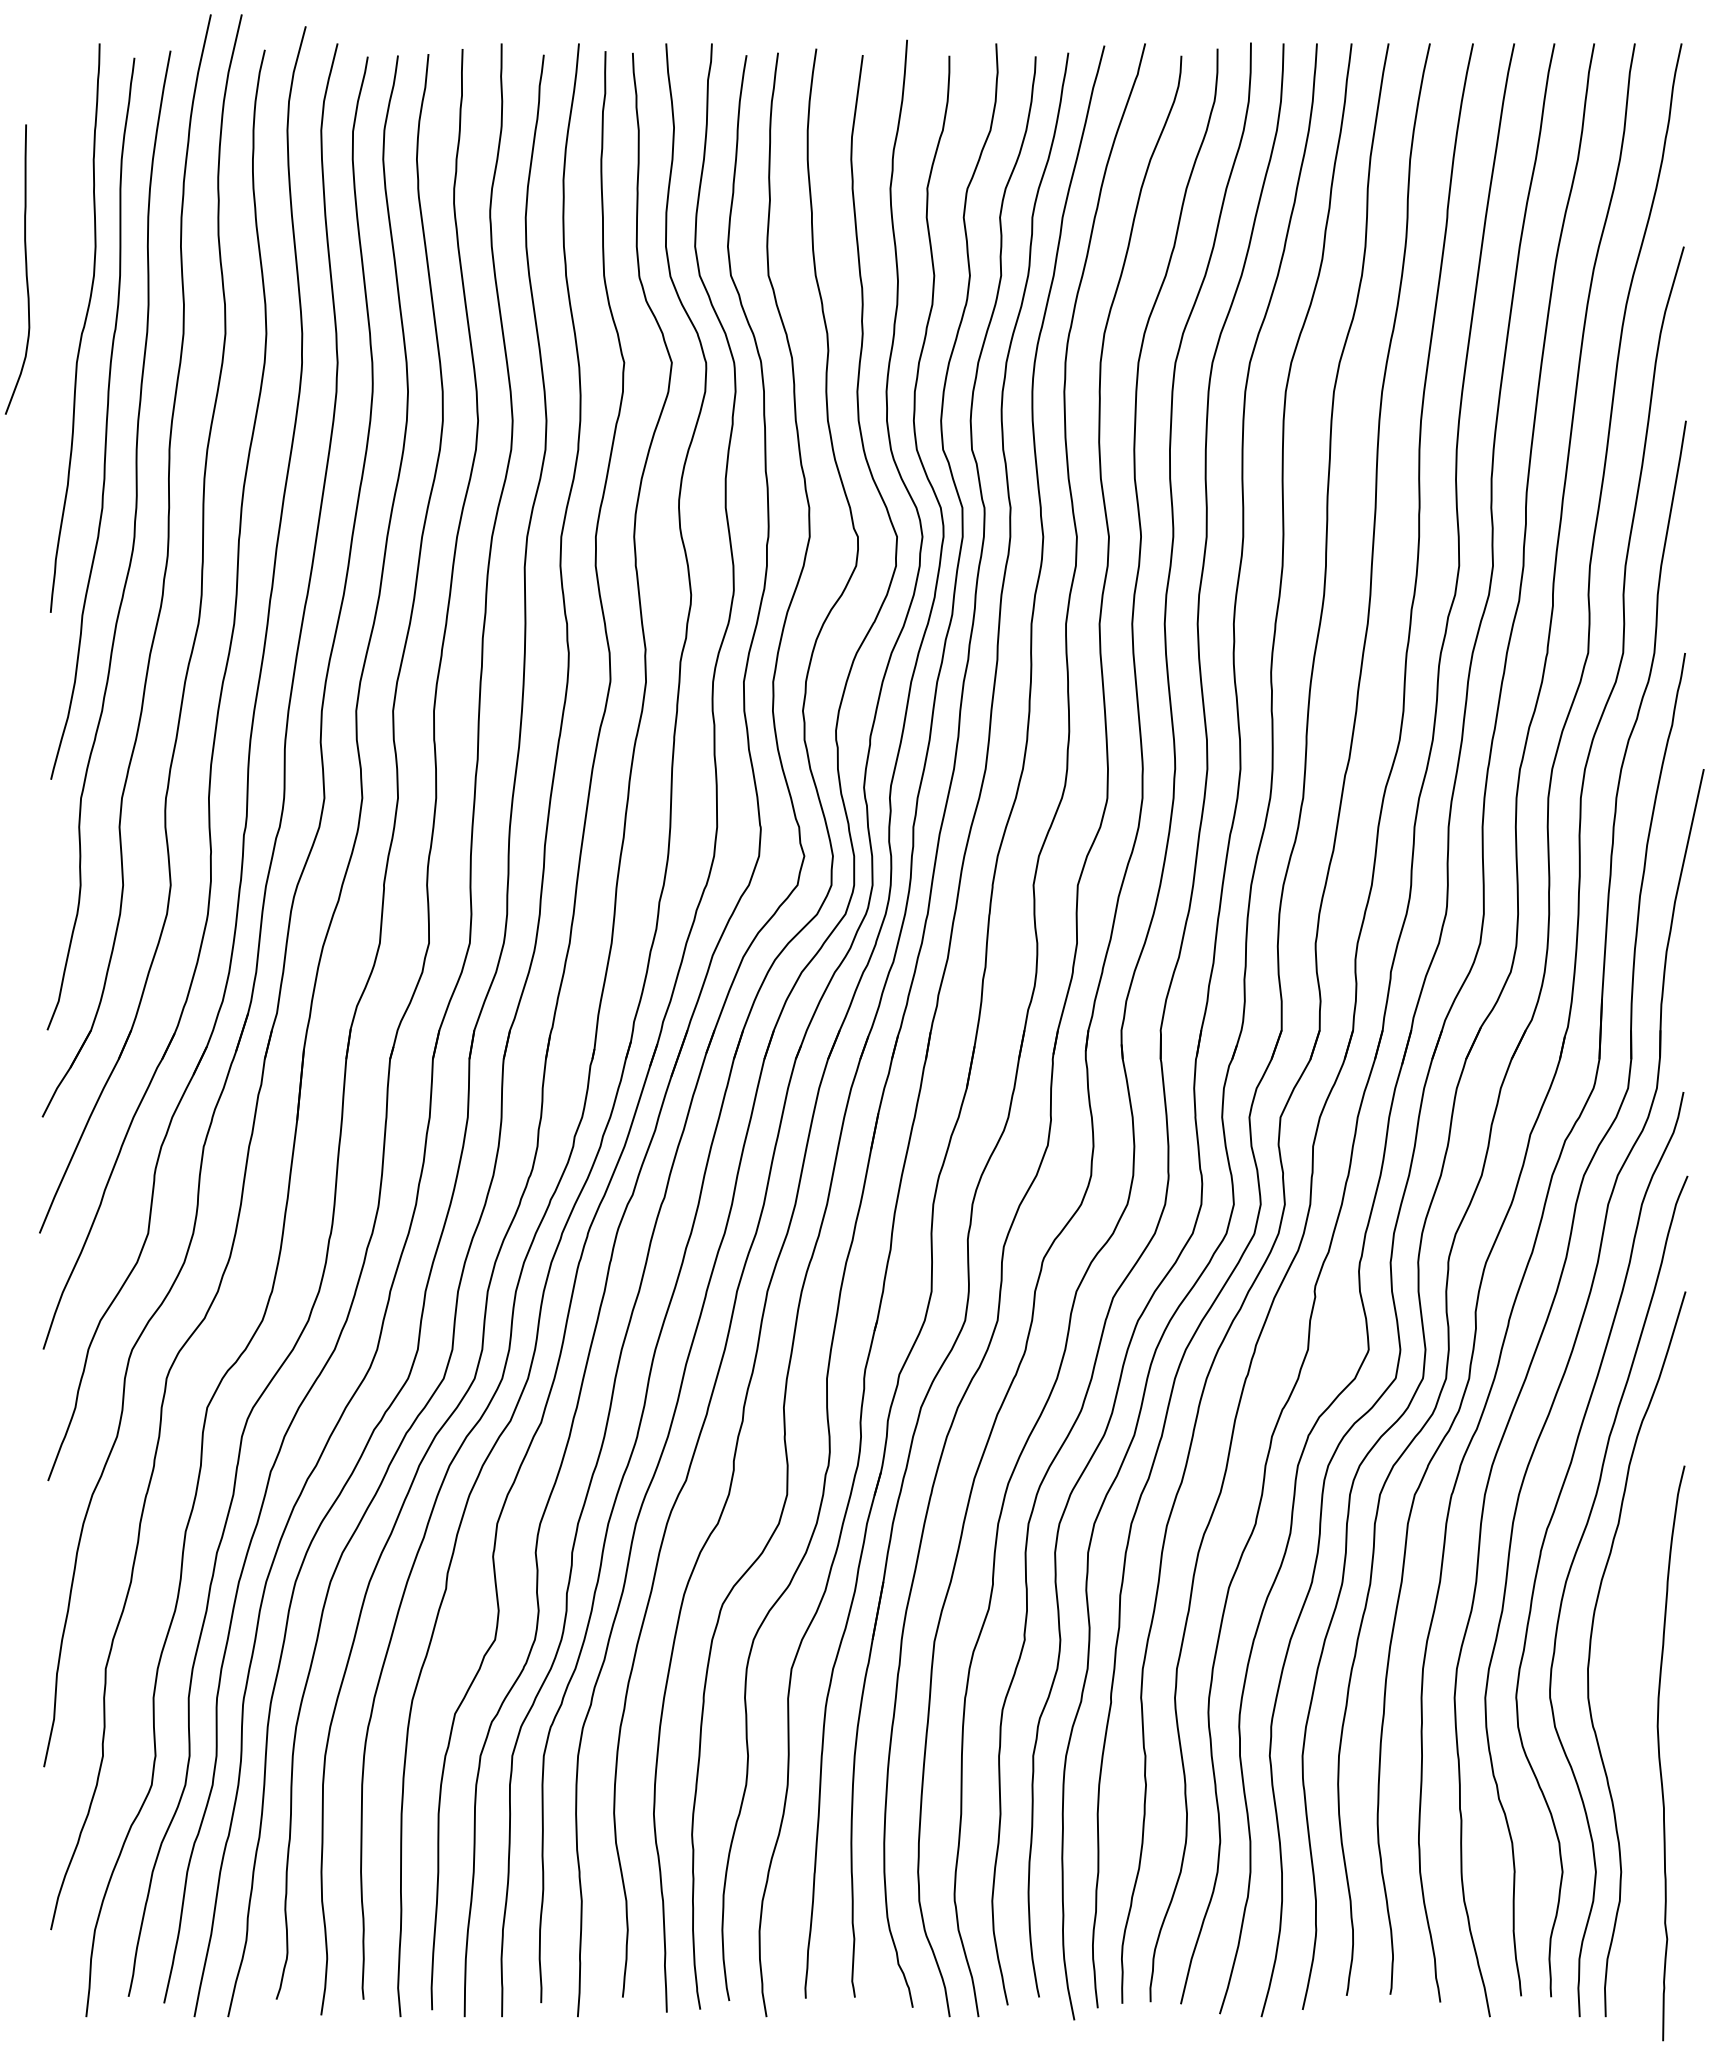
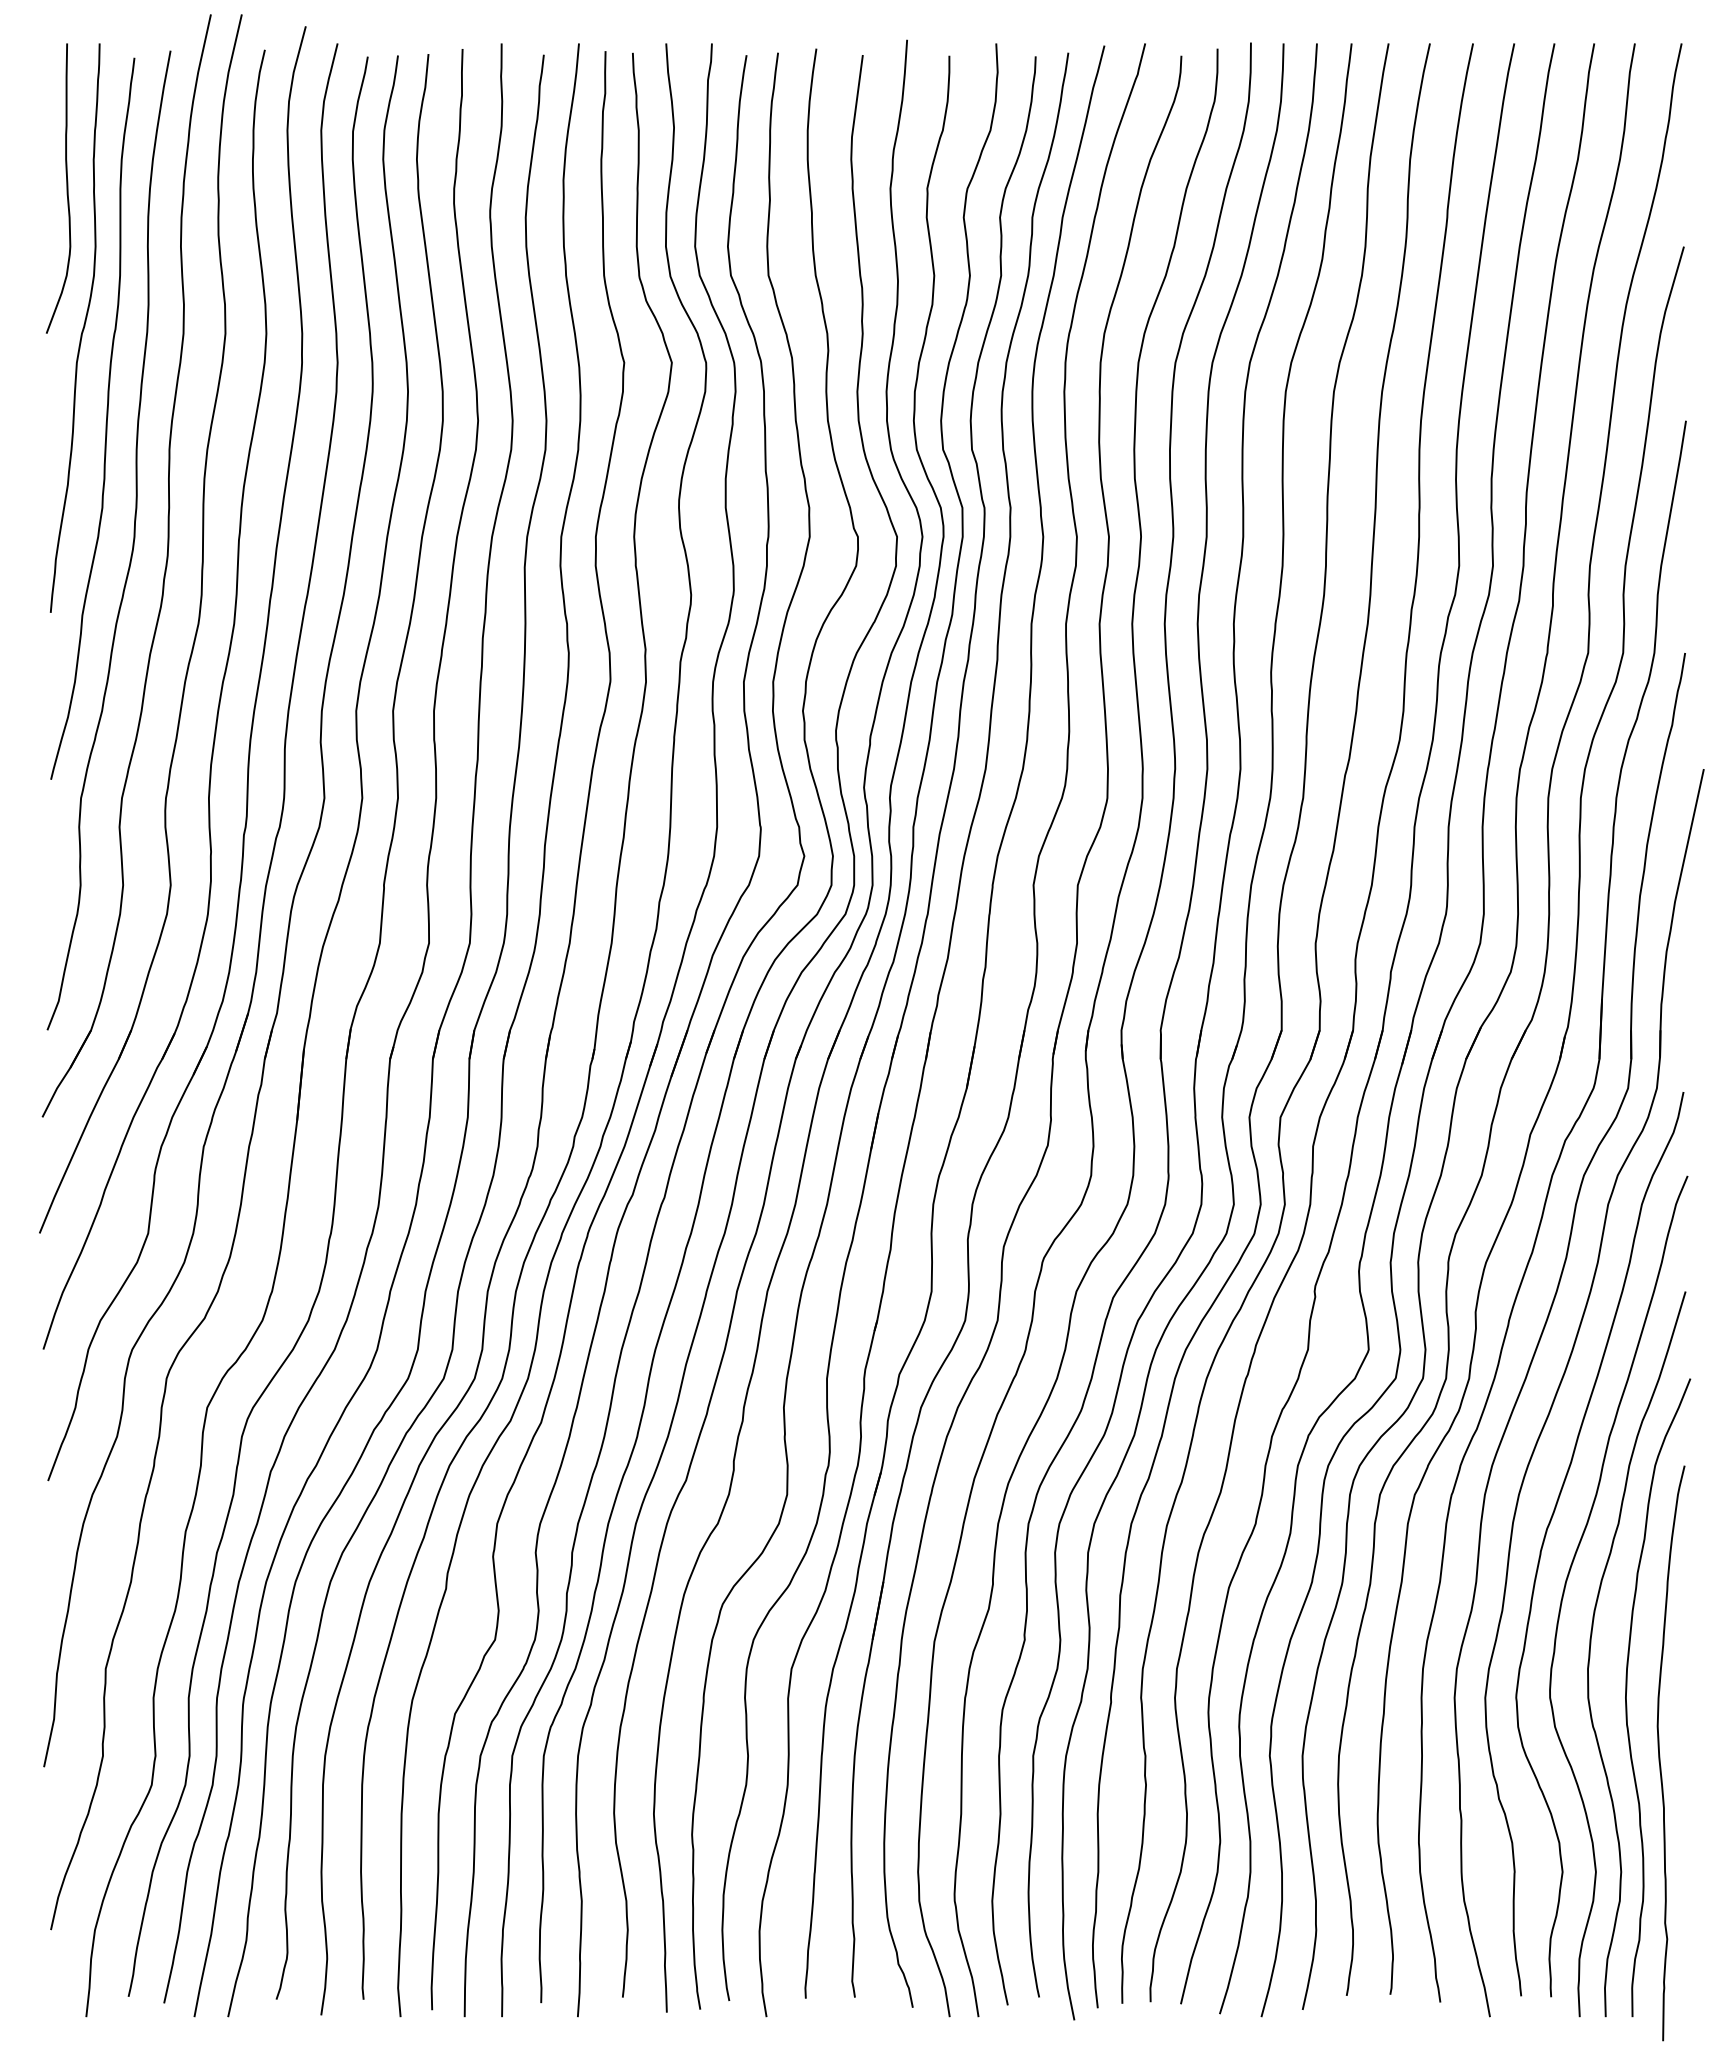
curve at (25, 269) position: (25, 269) -> (66, 188)
curve at (1627, 1690): none -> present
